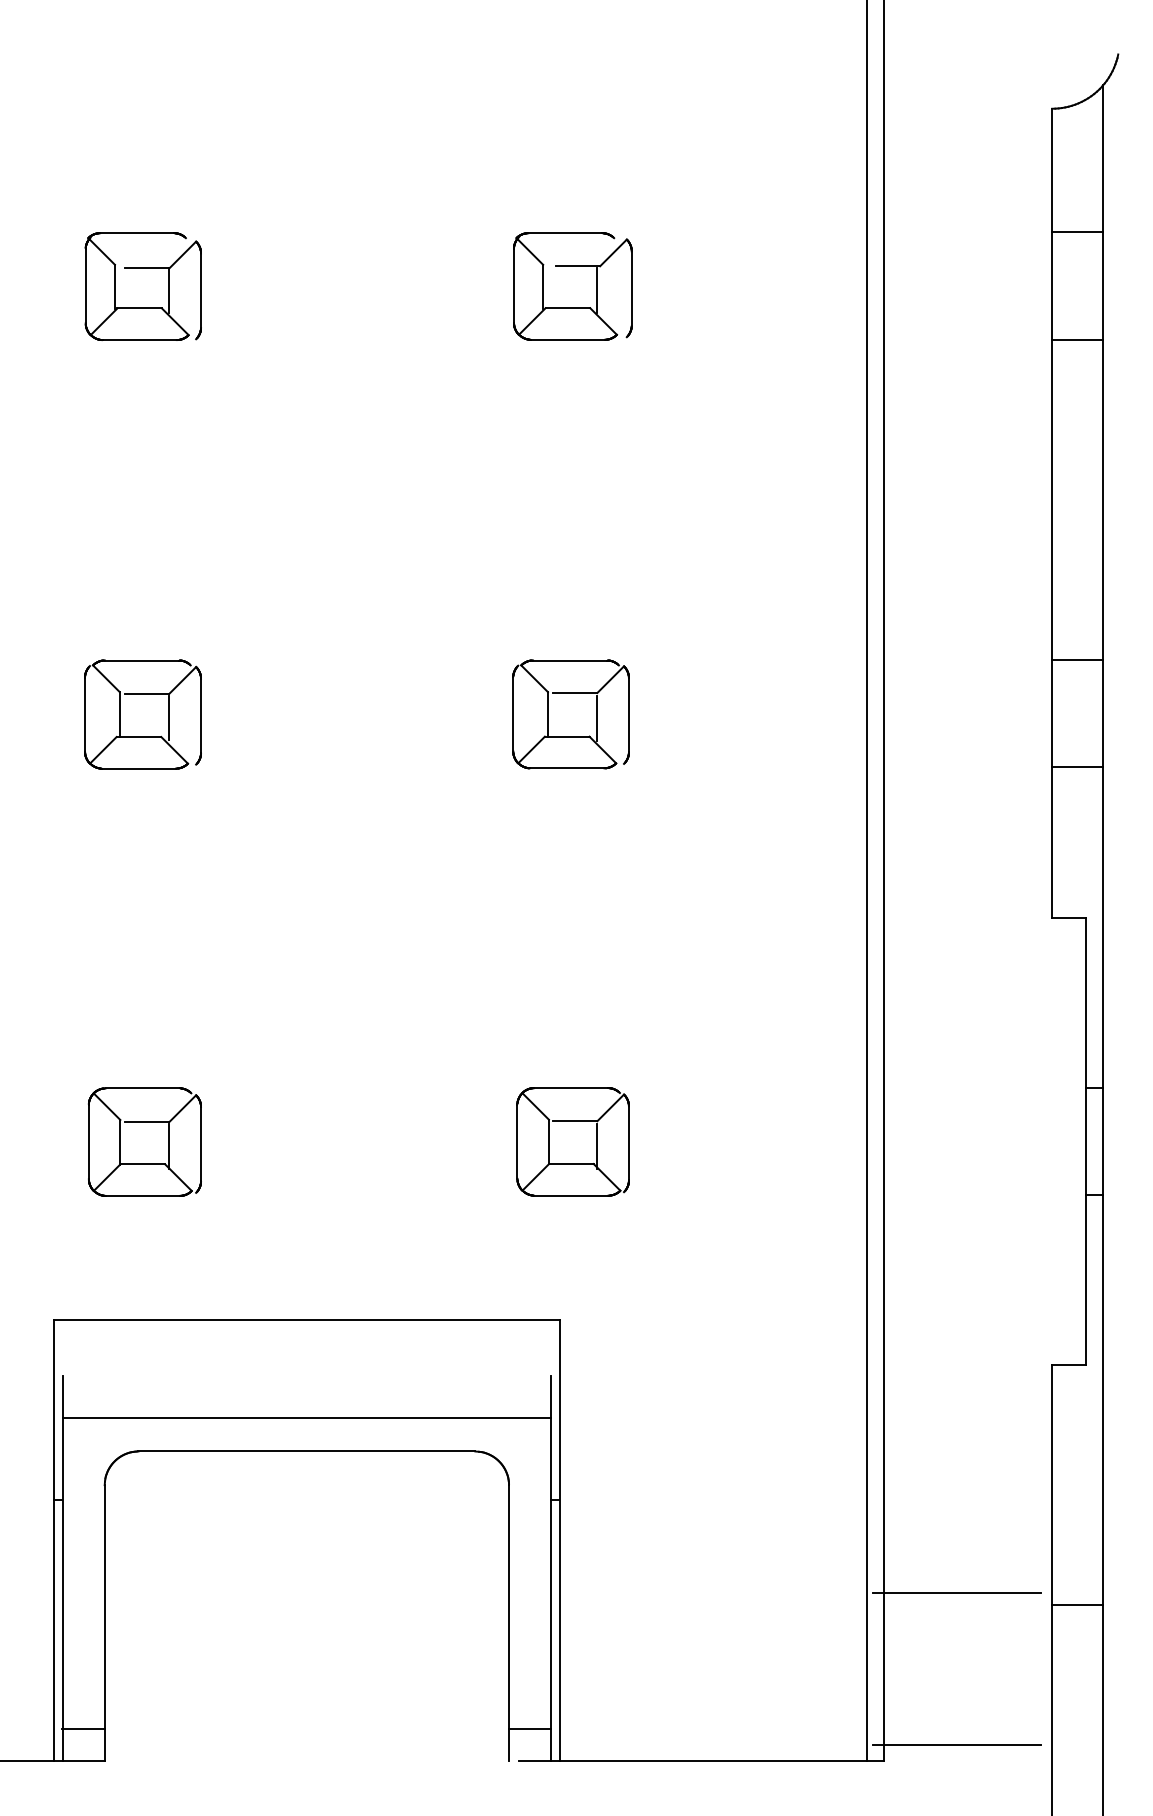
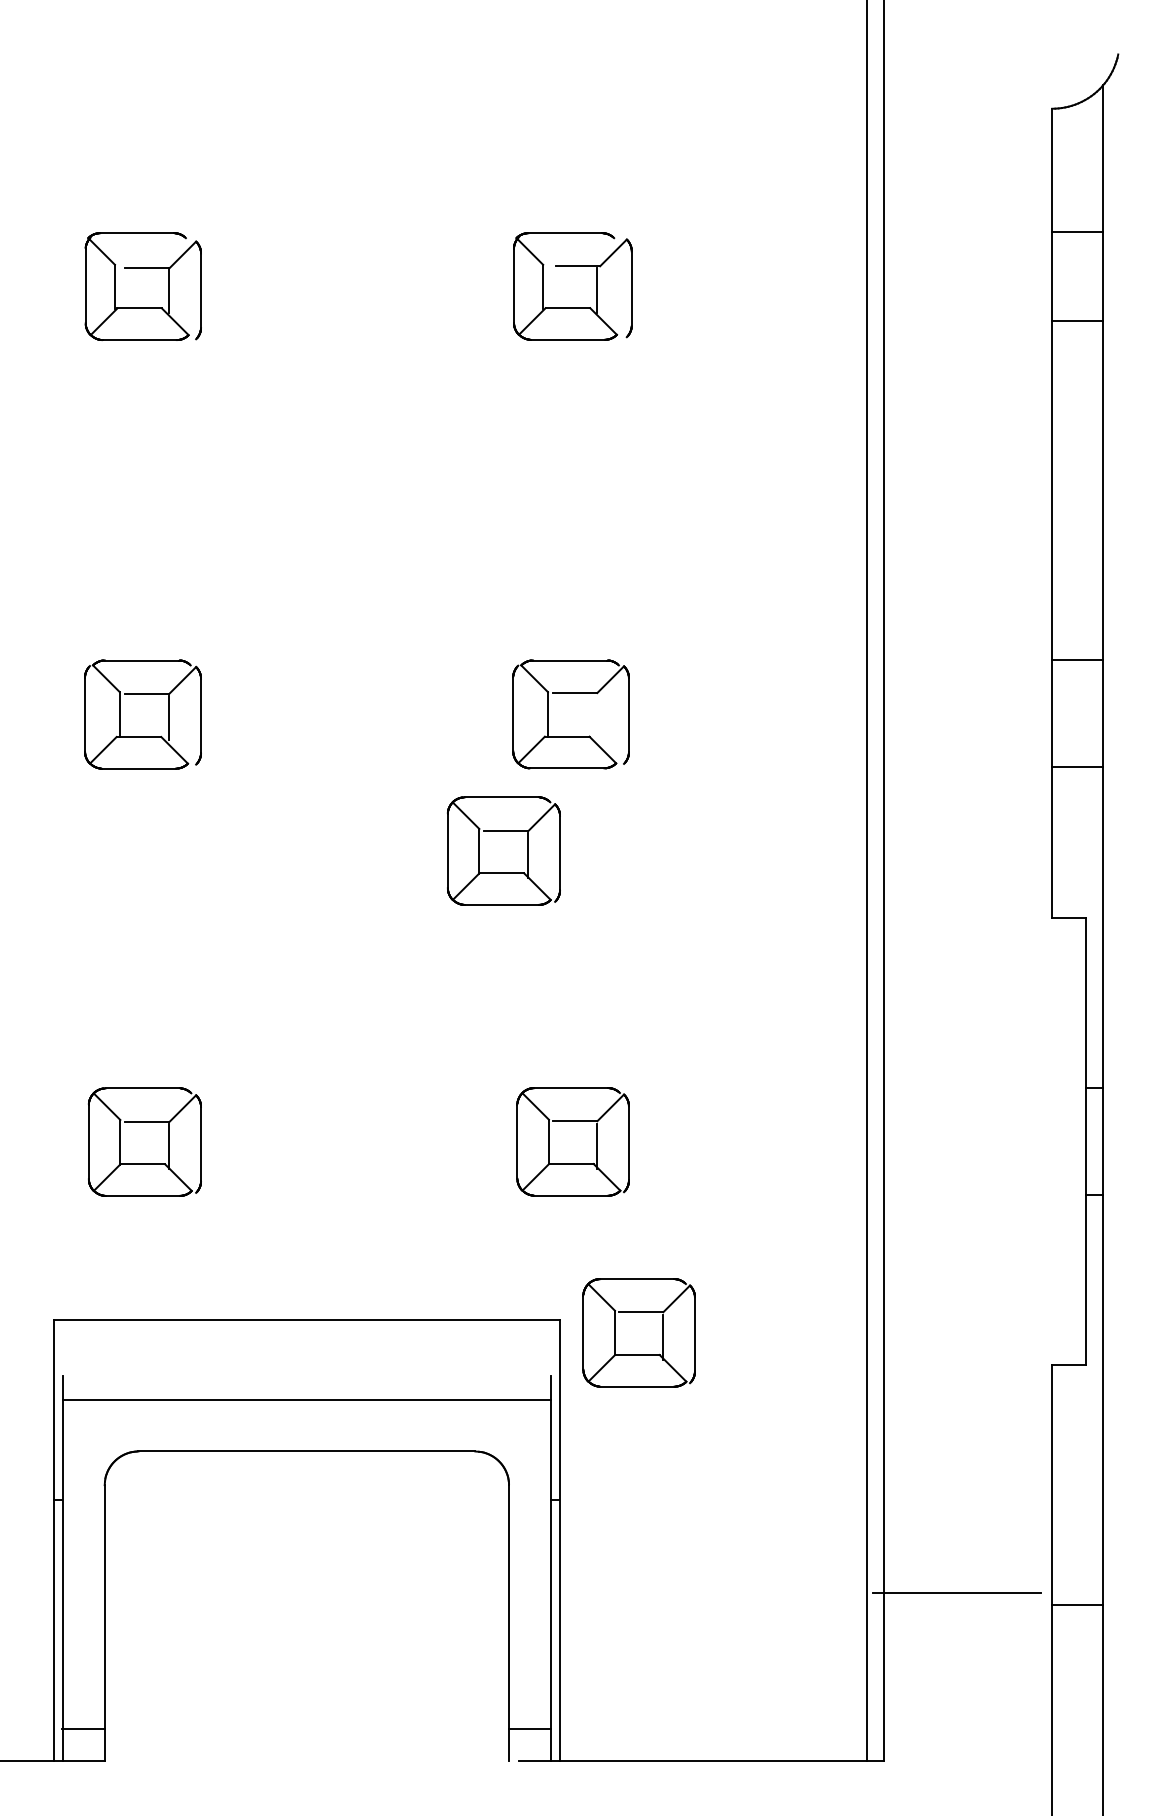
line at (1076, 339) position: (1076, 339) -> (1076, 320)
line at (597, 718): present -> none
part at (503, 831): none -> present
part at (638, 1312): none -> present
line at (306, 1417) position: (306, 1417) -> (306, 1399)
line at (956, 1744): present -> none
